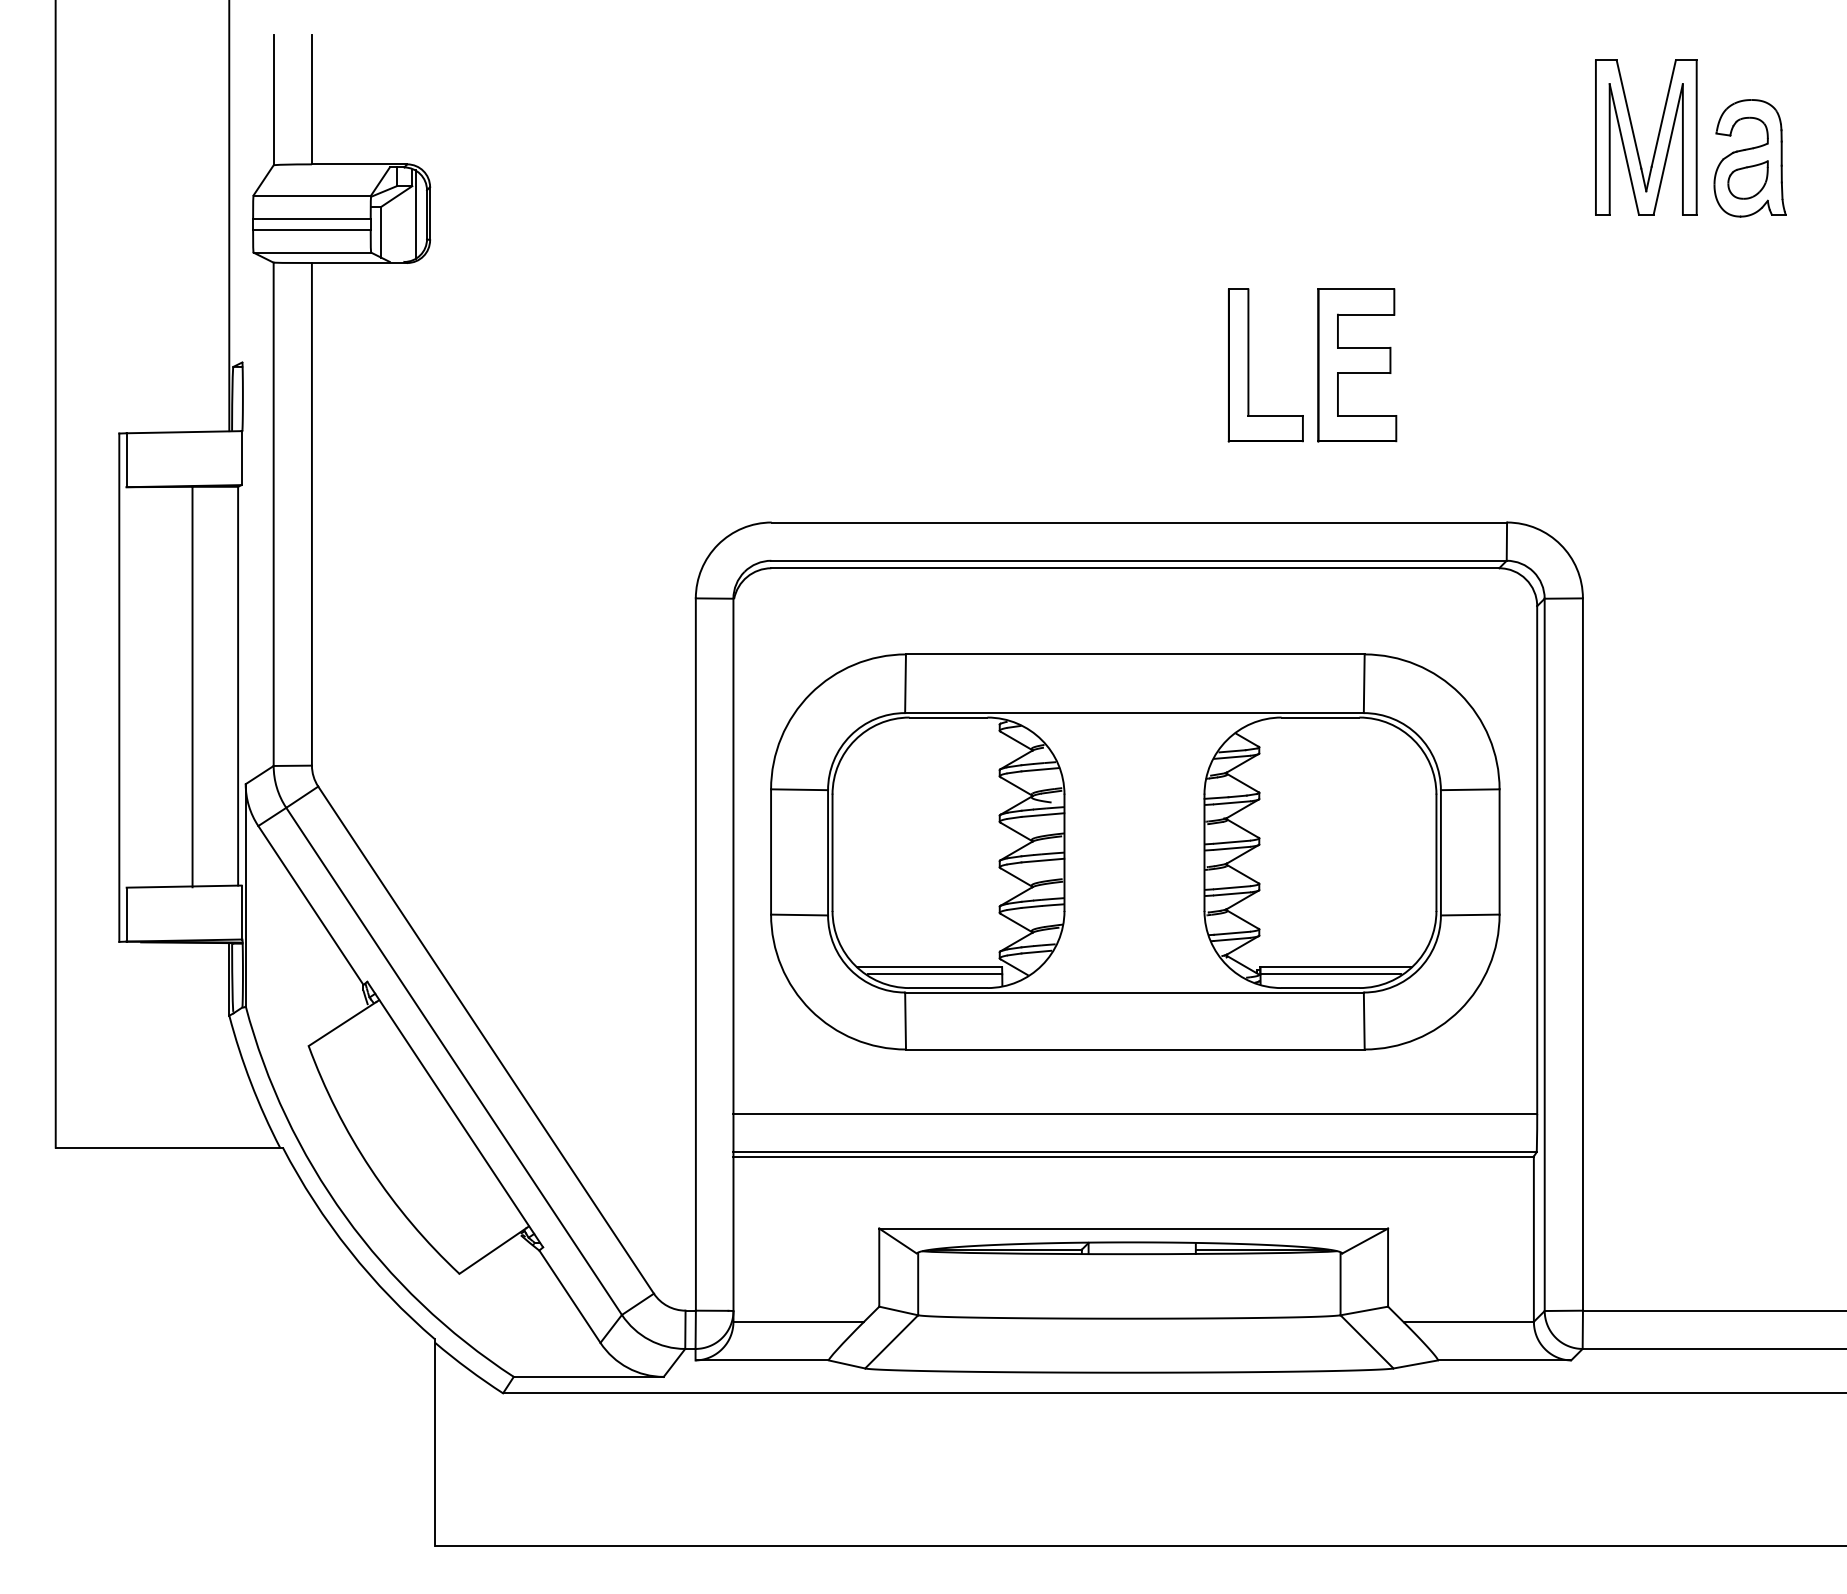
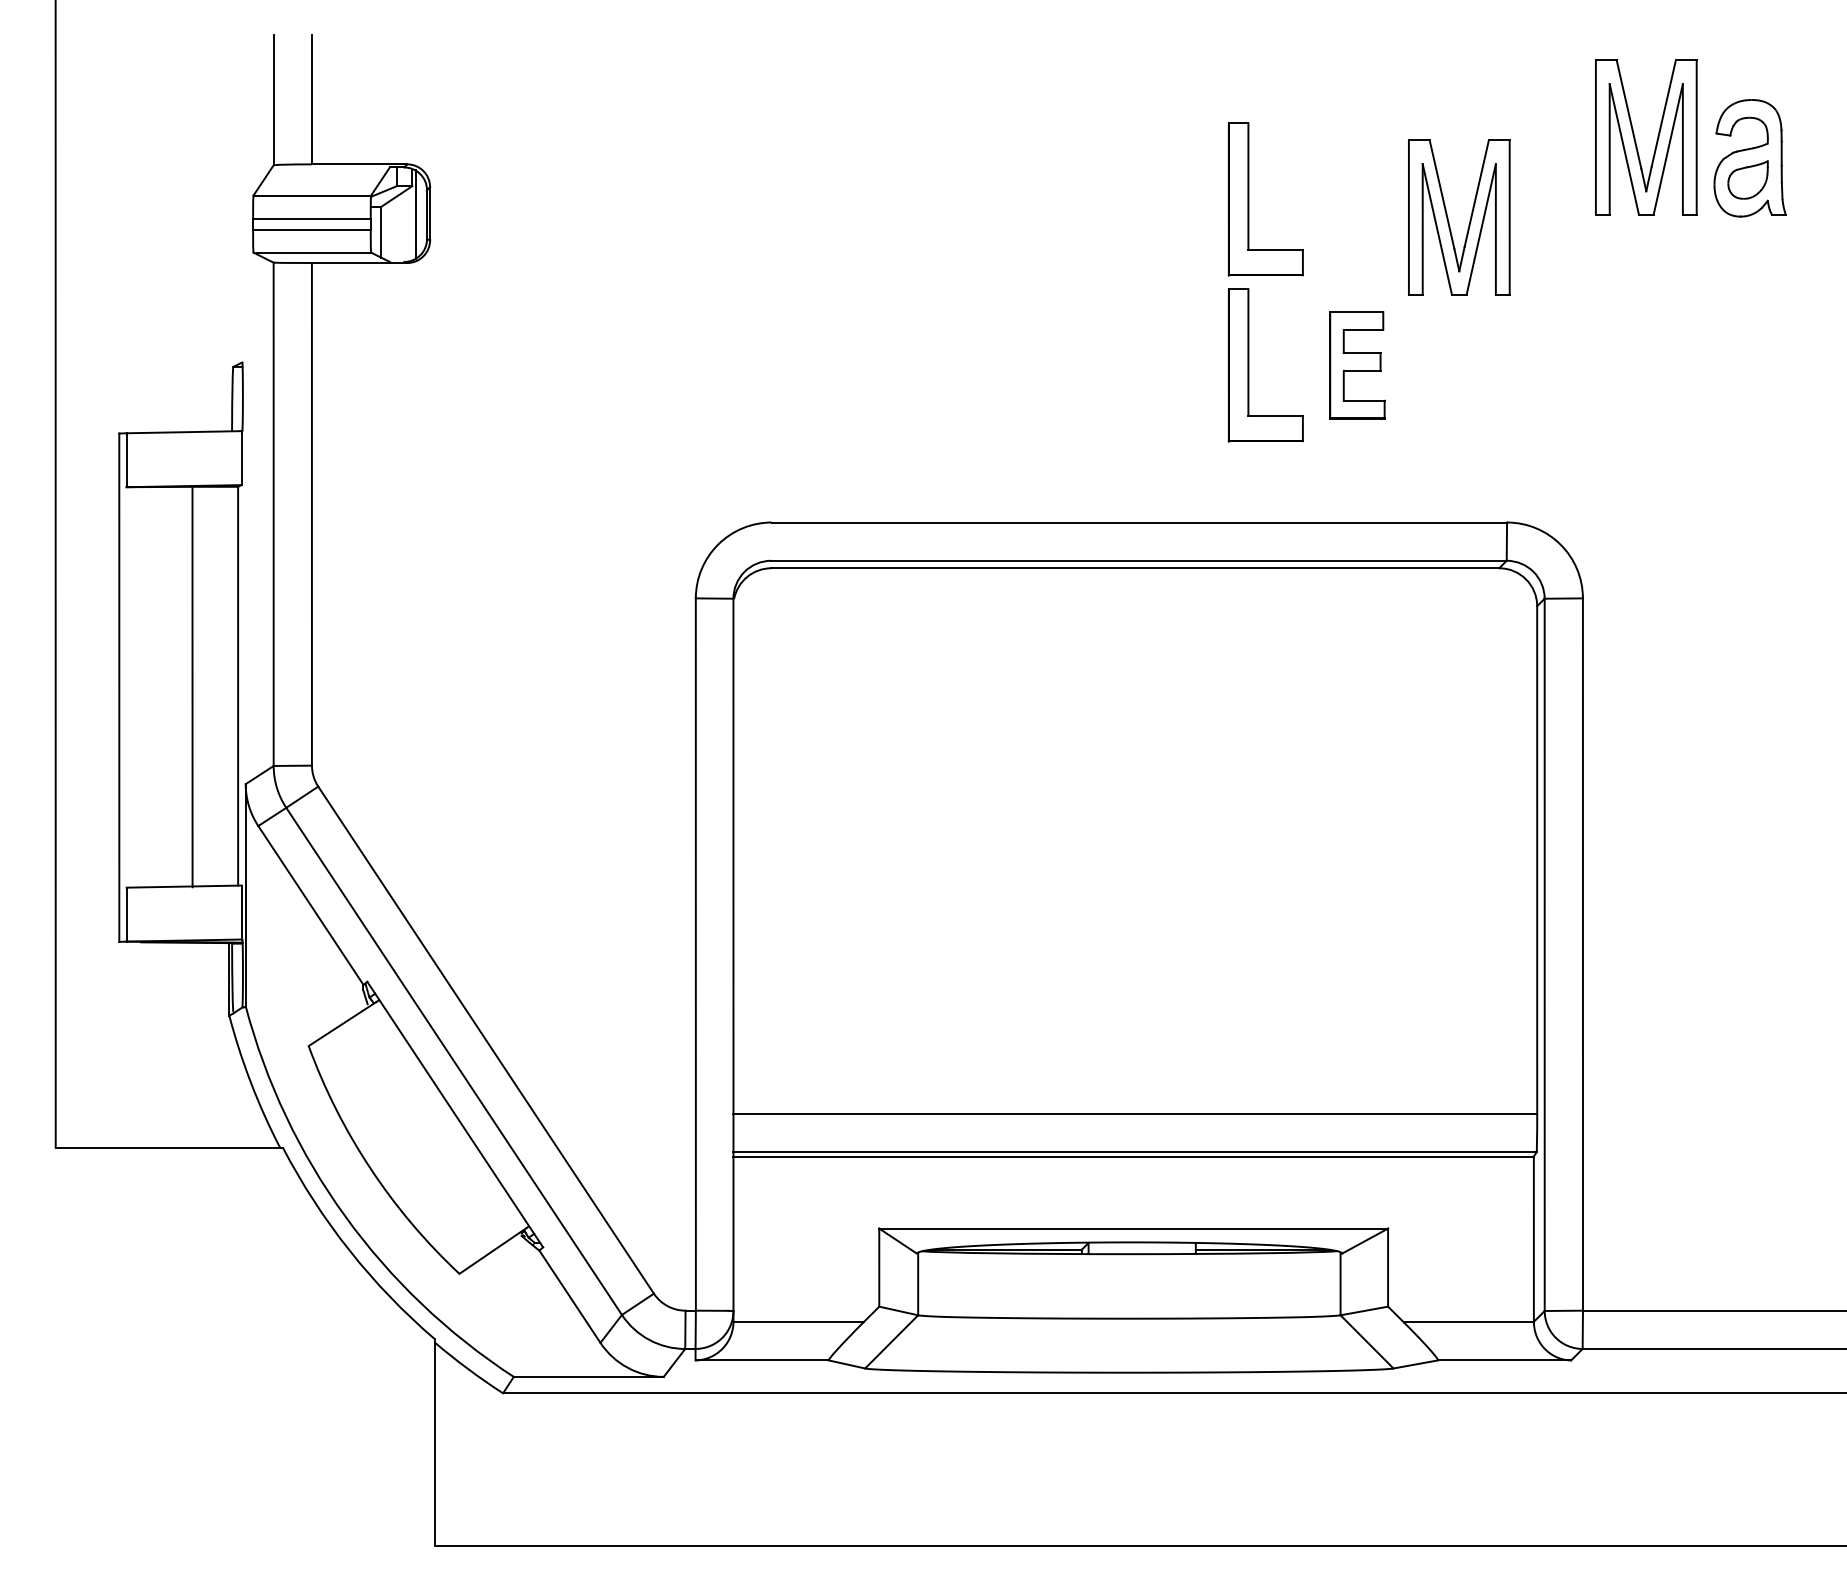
part at (1249, 199): none -> present
line at (229, 216): present -> none
part at (1469, 220): none -> present
part at (1357, 365) size: 81x155 px -> 57x109 px
part at (1135, 851): present -> none
